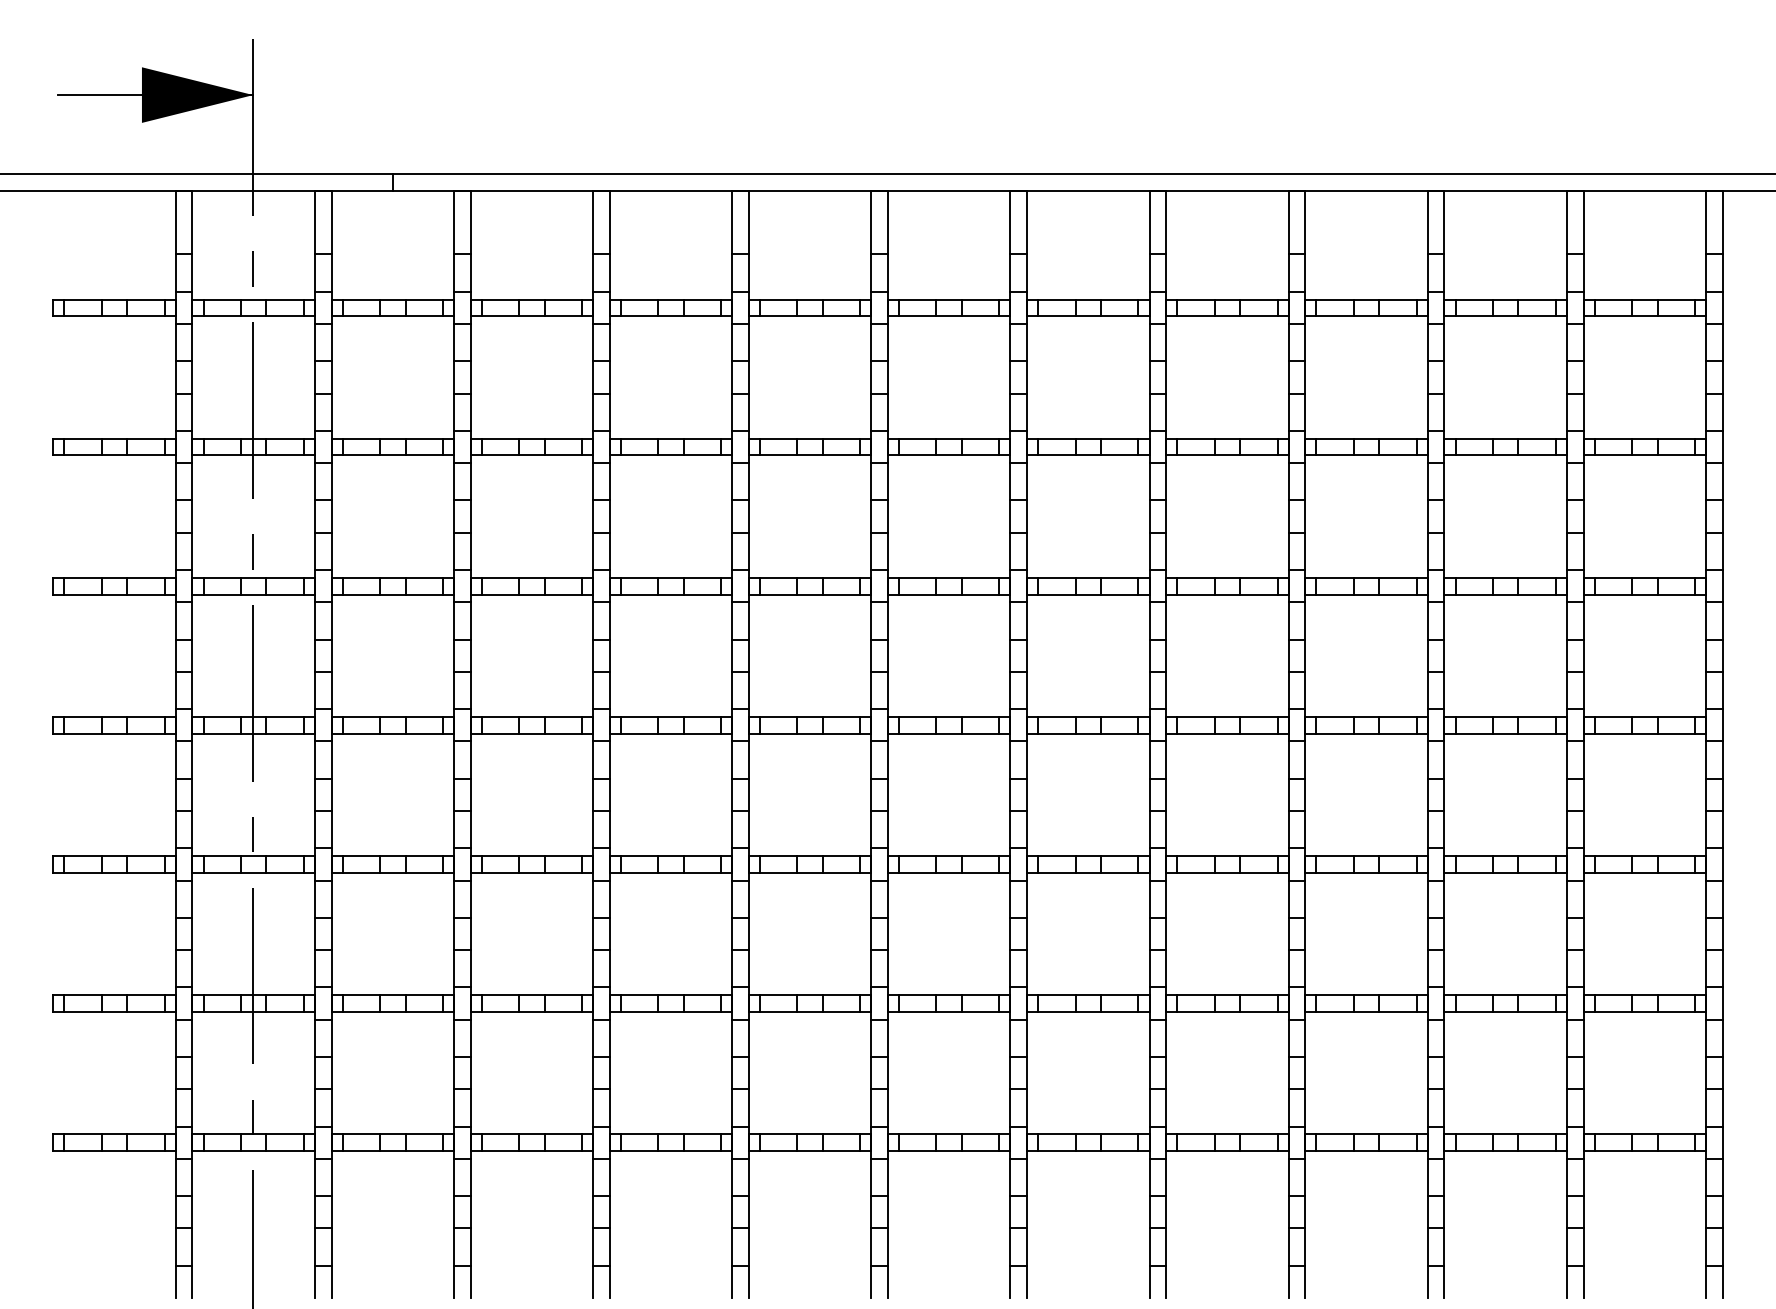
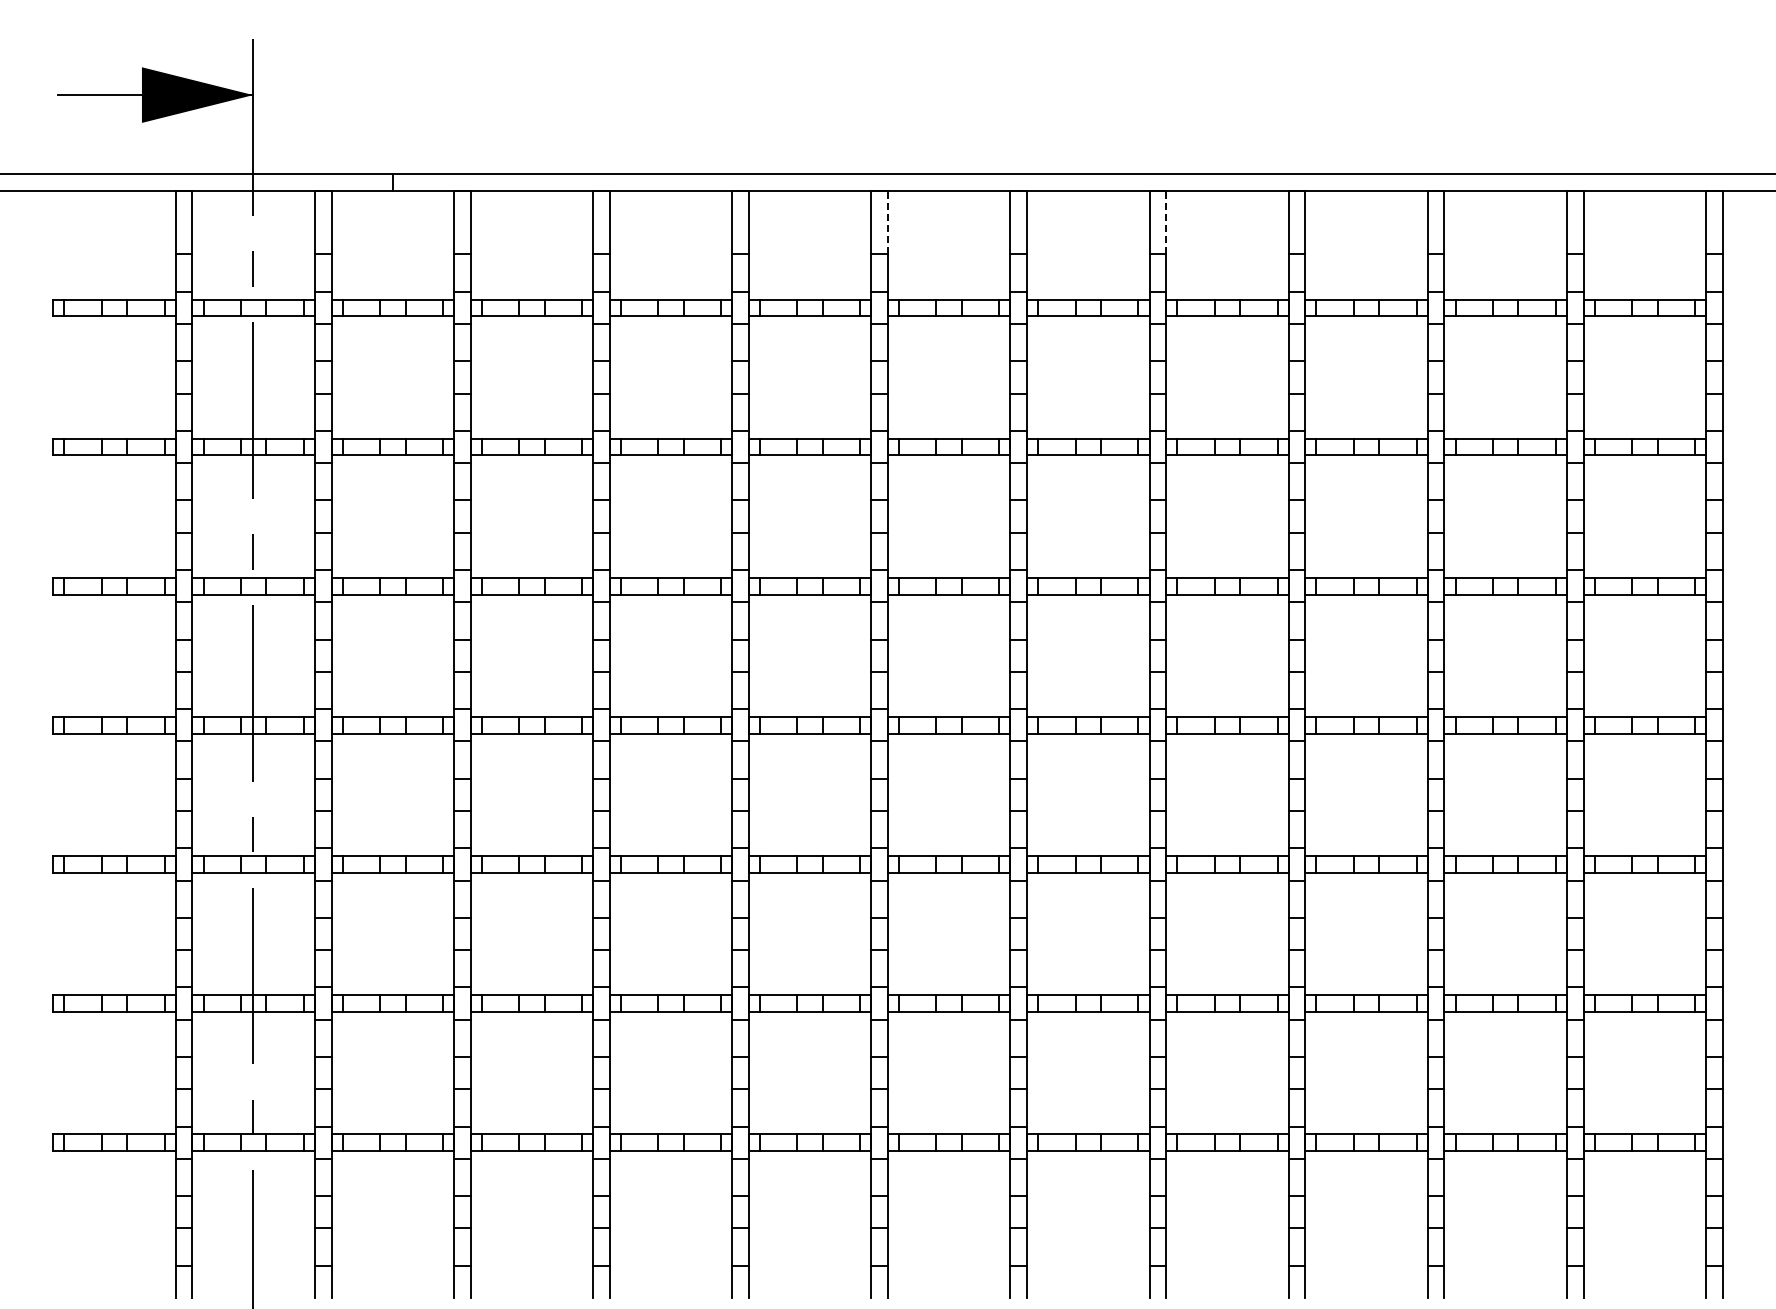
line at (887, 222): solid -> dashed
line at (1166, 222): solid -> dashed
